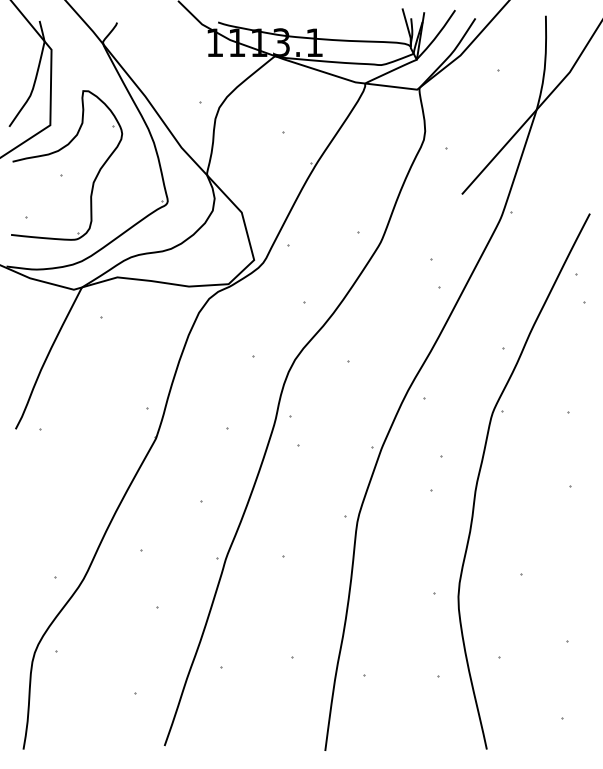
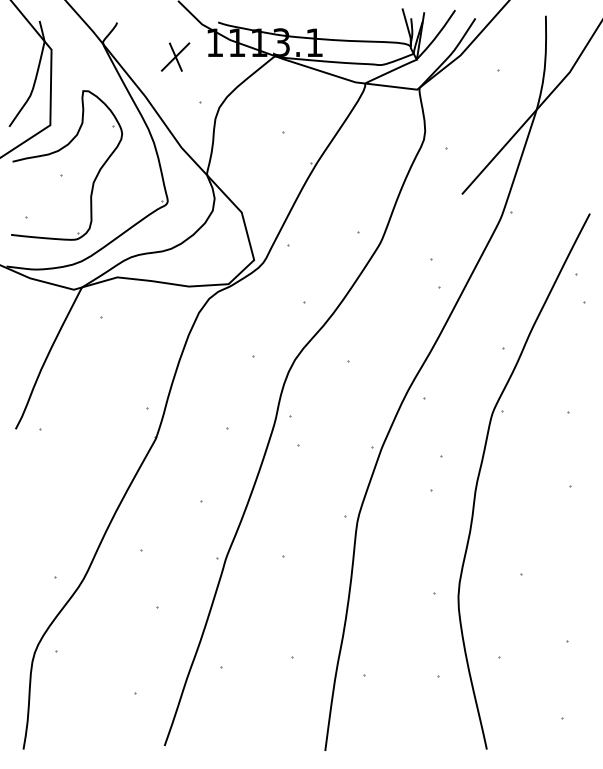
part at (175, 56): none -> present
